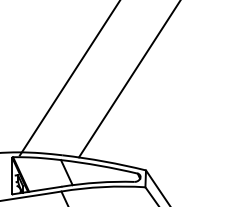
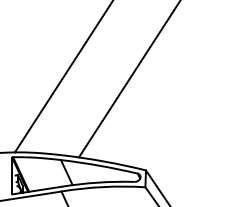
line at (68, 78) position: (68, 78) -> (63, 77)
